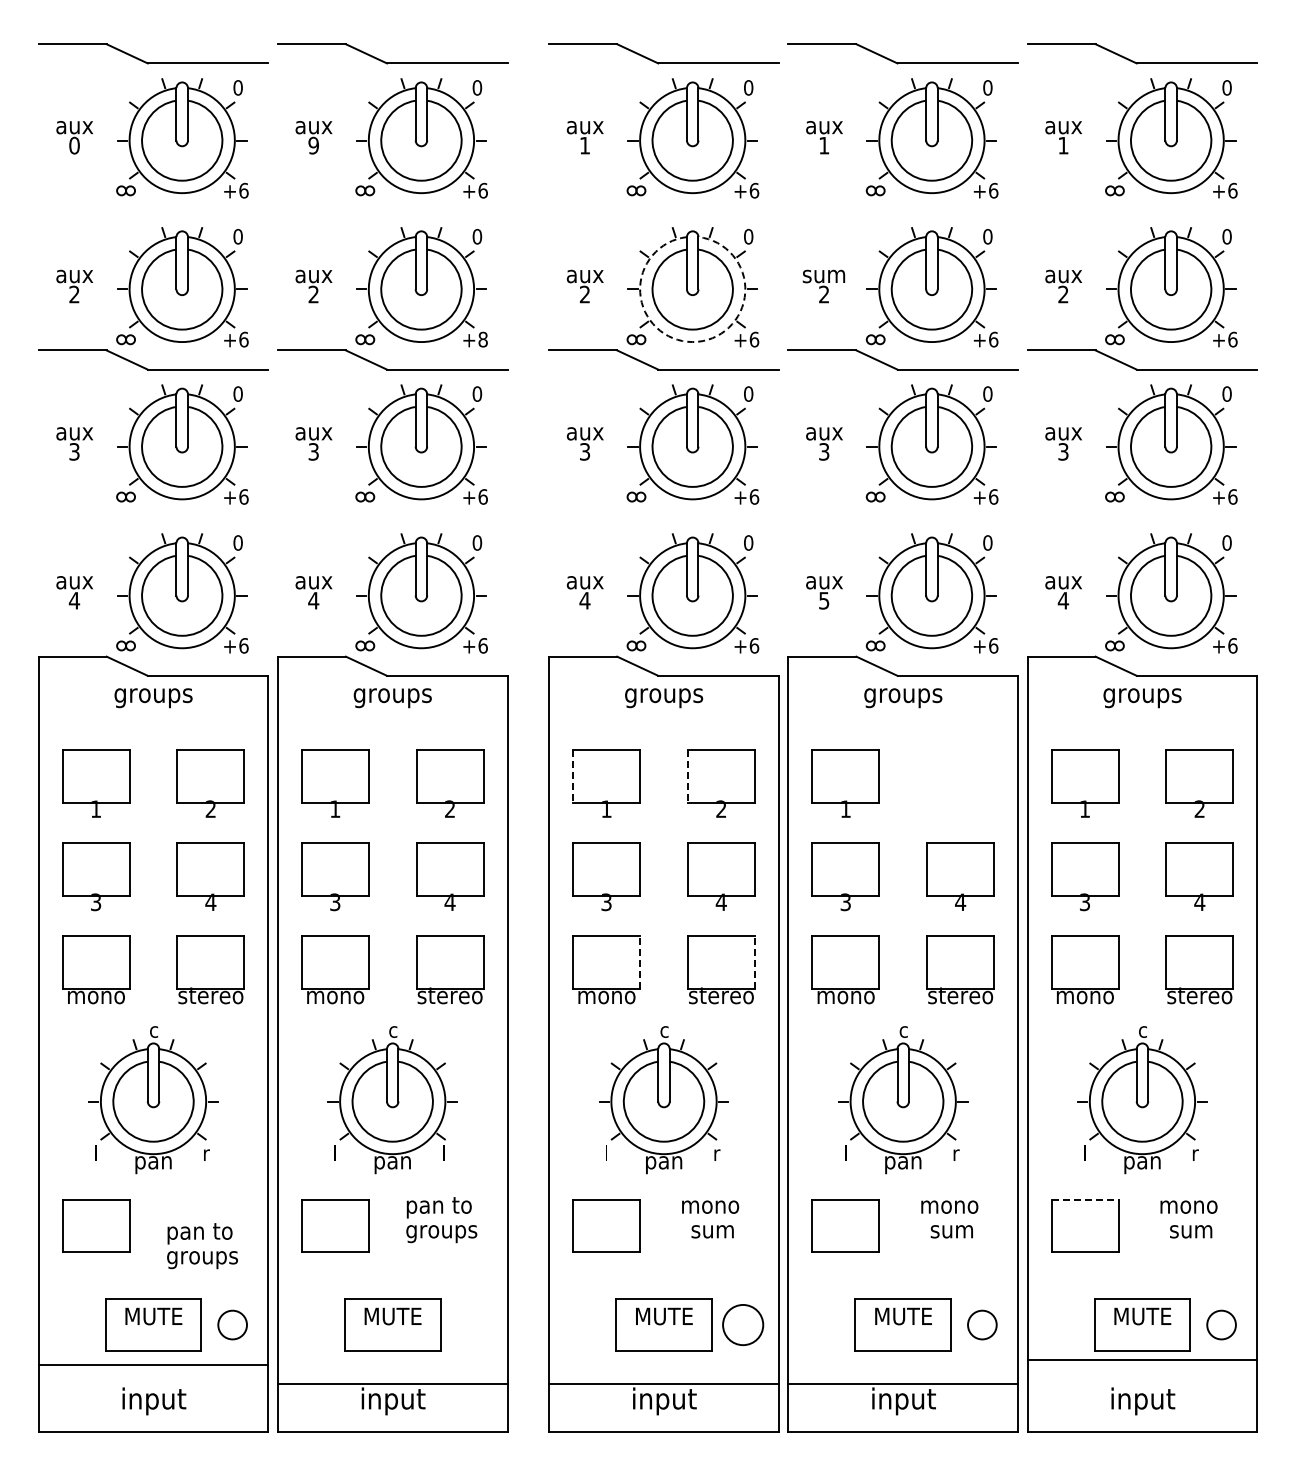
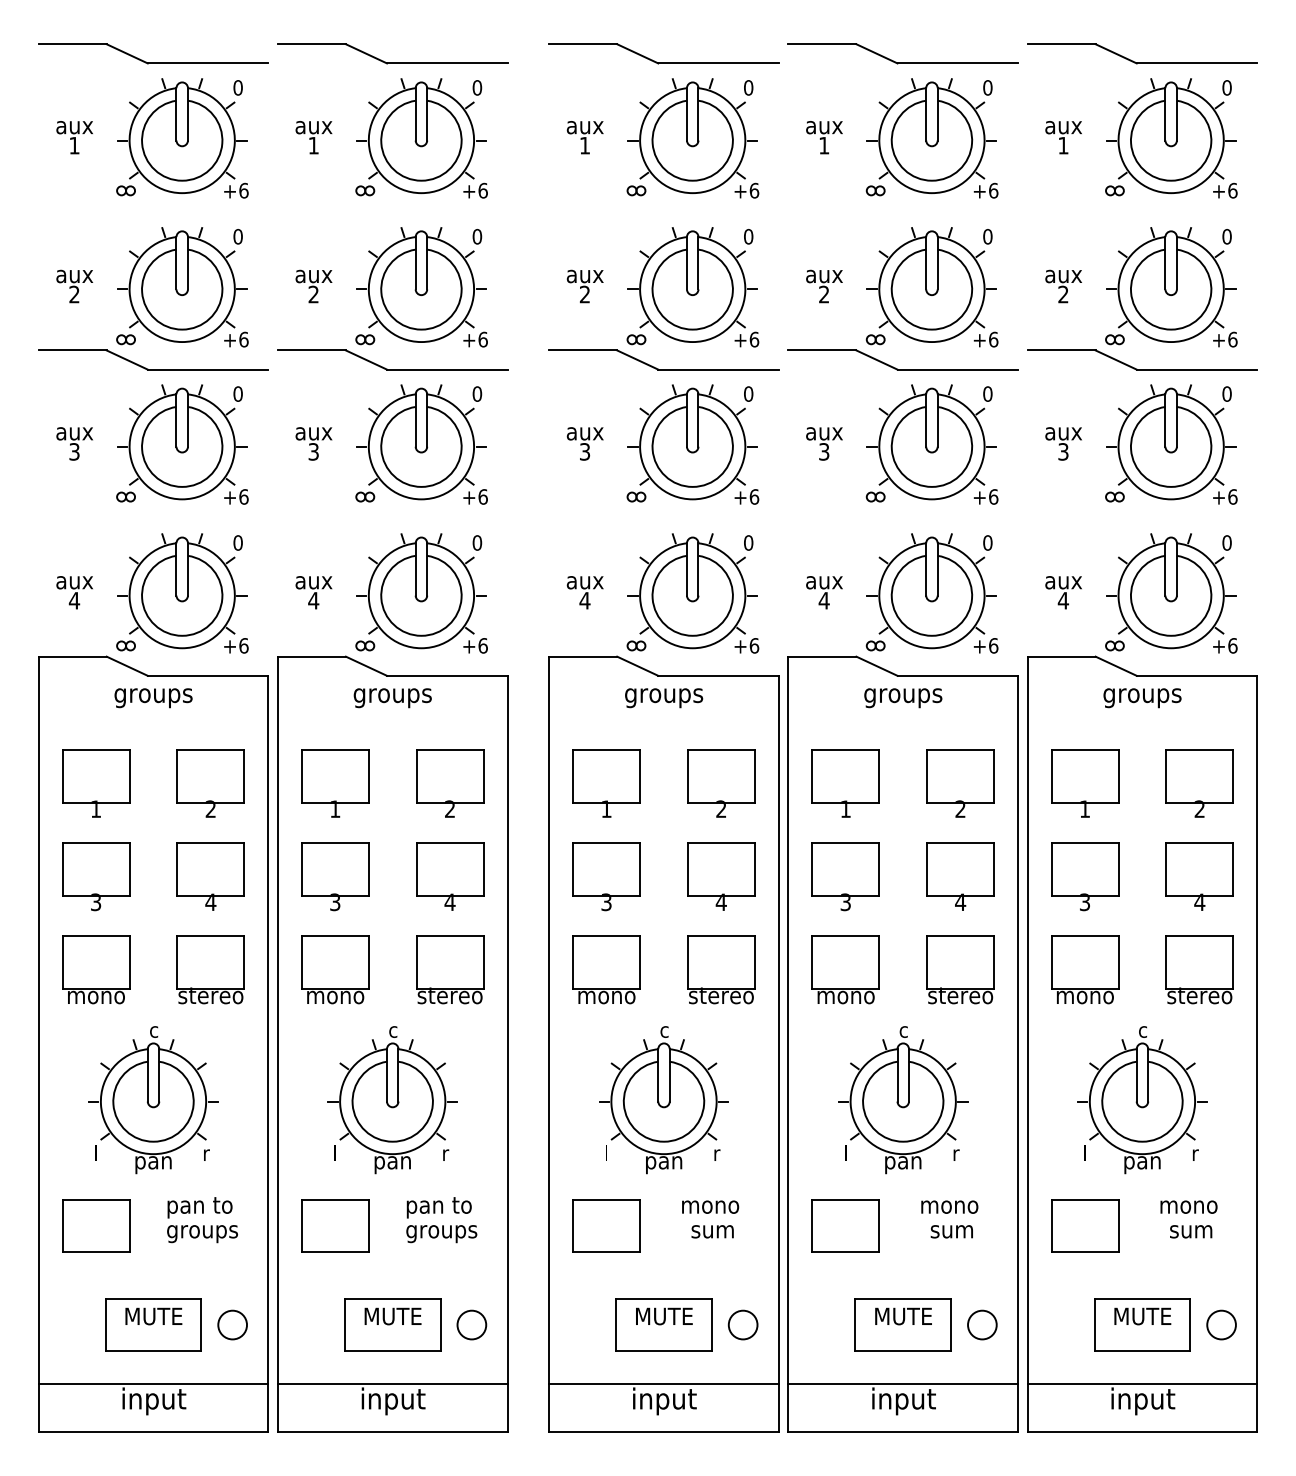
text at (74, 145): 0 -> 1
text at (313, 145): 9 -> 1
text at (823, 276): sum -> aux
text at (482, 339): +8 -> +6
arc at (692, 342): dashed -> solid
text at (823, 600): 5 -> 4
line at (573, 776): dashed -> solid
line at (687, 776): dashed -> solid
part at (960, 783): none -> present
line at (640, 962): dashed -> solid
line at (754, 962): dashed -> solid
text at (446, 1152): l -> r
line at (1085, 1199): dashed -> solid
text at (202, 1246) position: (202, 1246) -> (202, 1220)
circle at (471, 1324): none -> present
circle at (743, 1324) diameter: 40 px -> 29 px
line at (1142, 1359) position: (1142, 1359) -> (1142, 1383)
line at (153, 1364) position: (153, 1364) -> (153, 1383)
